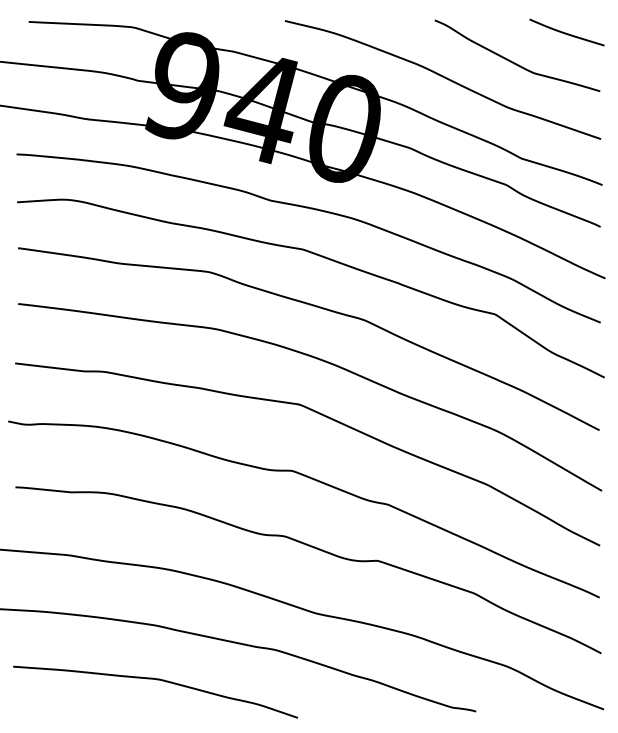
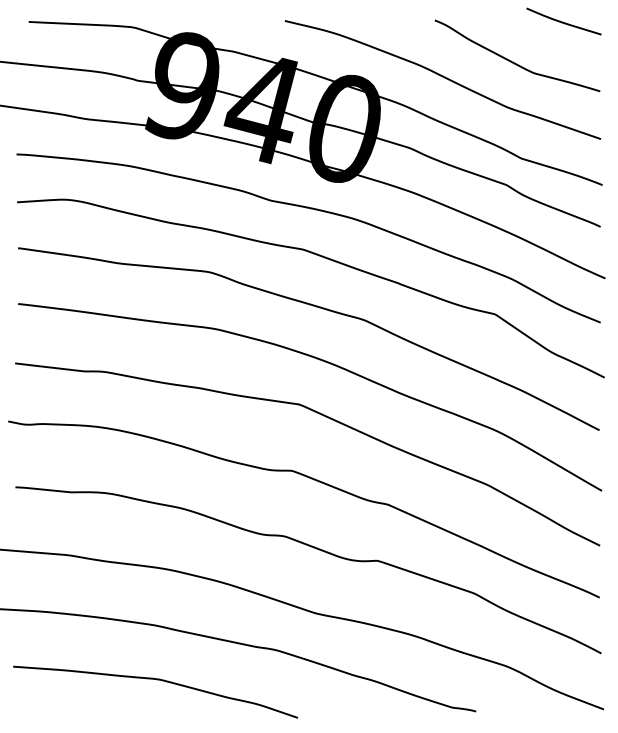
curve at (566, 32) position: (566, 32) -> (563, 21)
